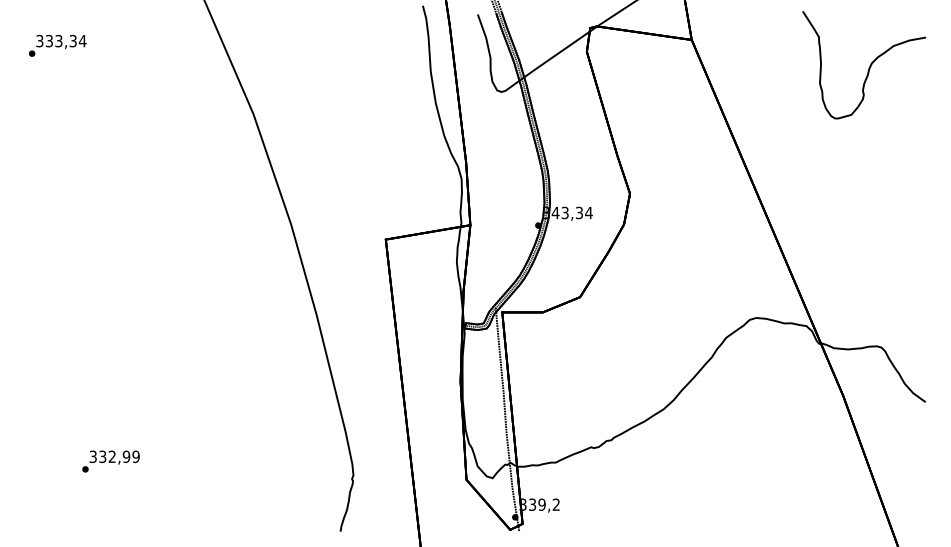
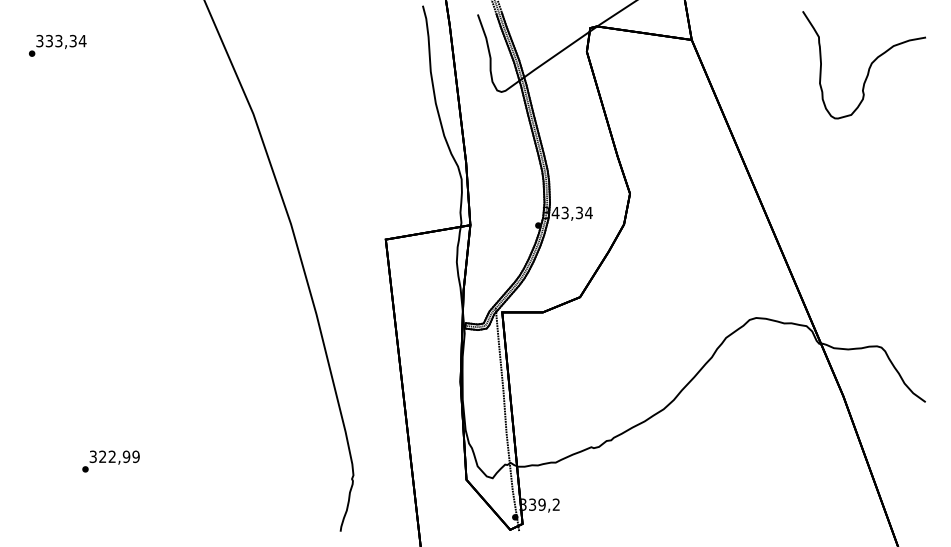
text at (102, 457): 332,99 -> 322,99
